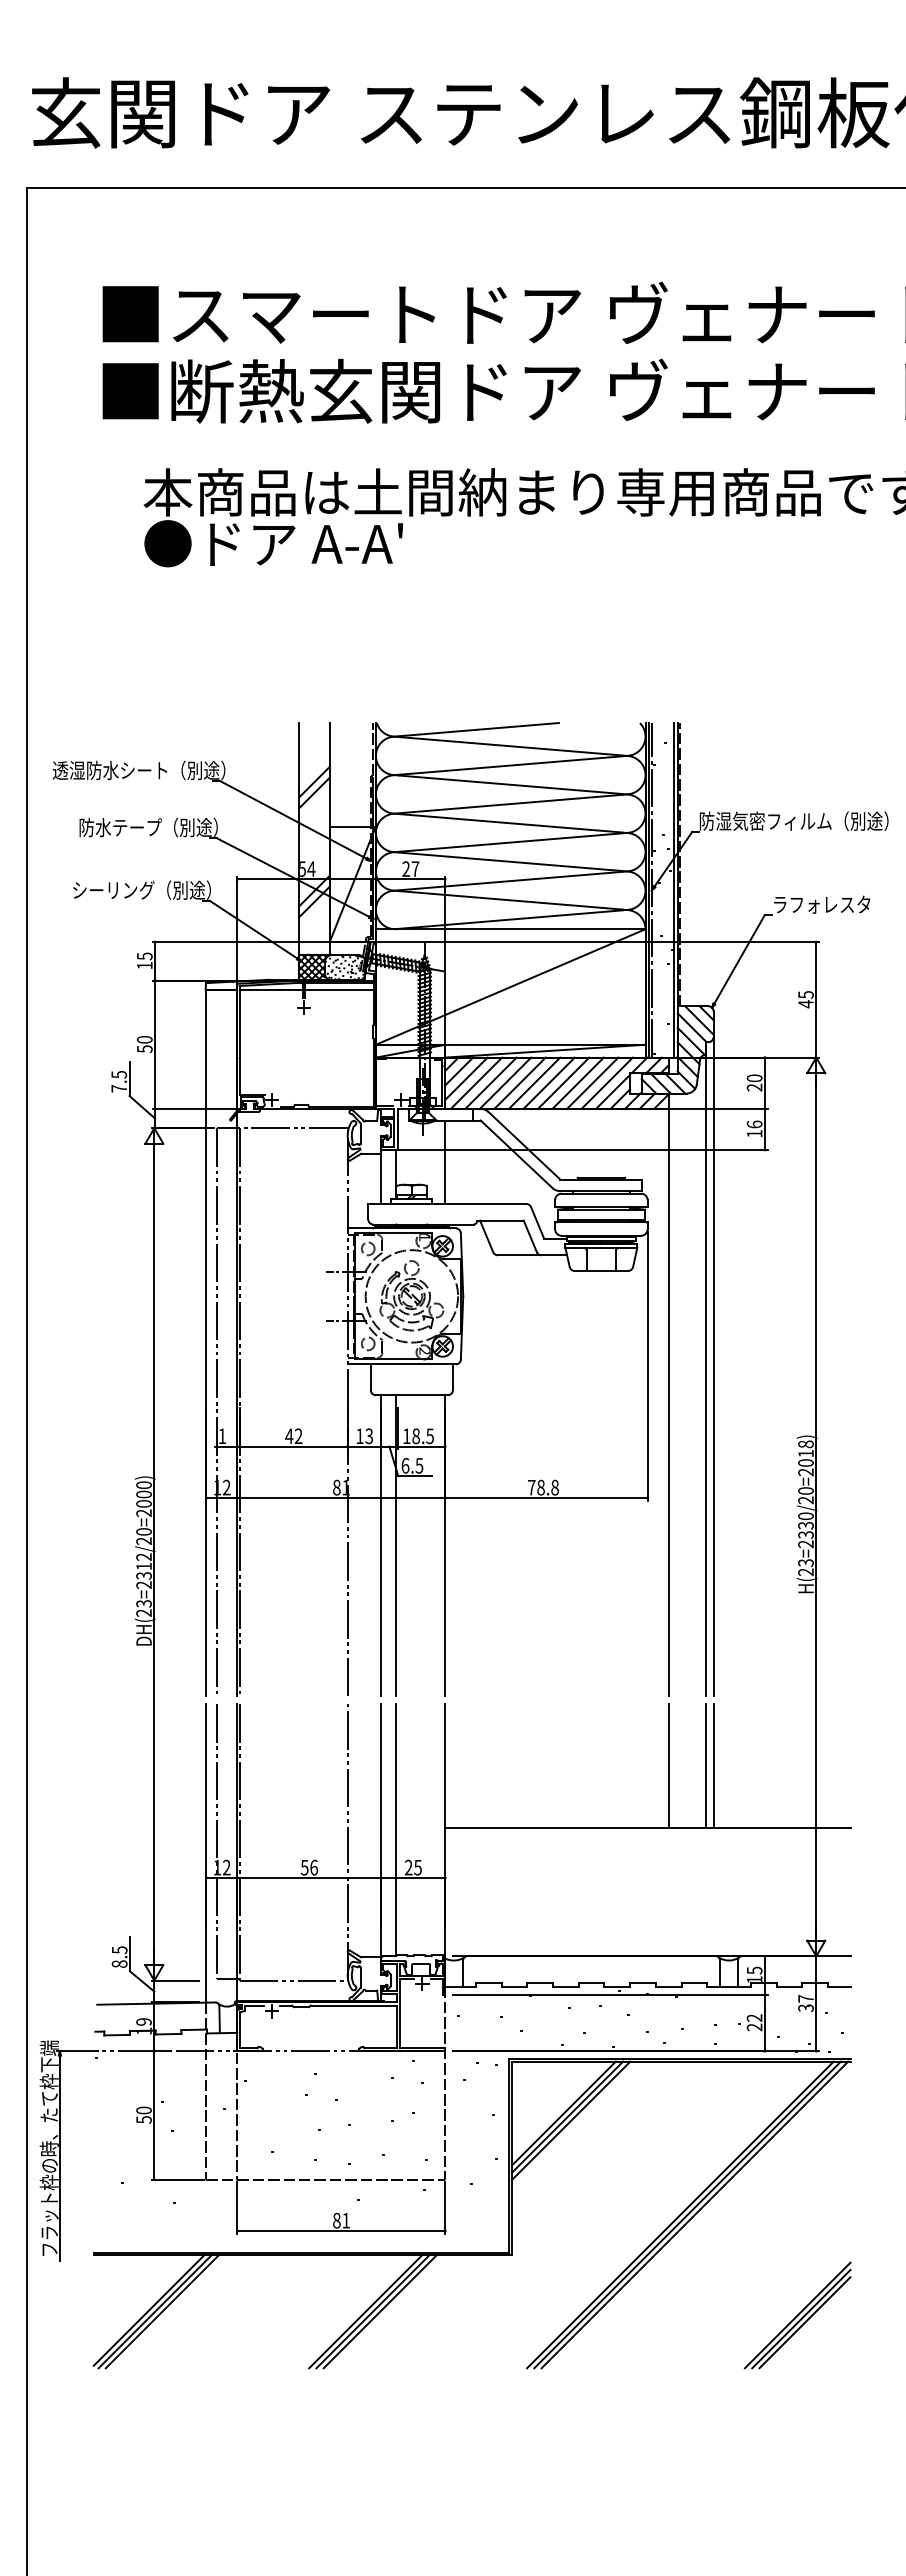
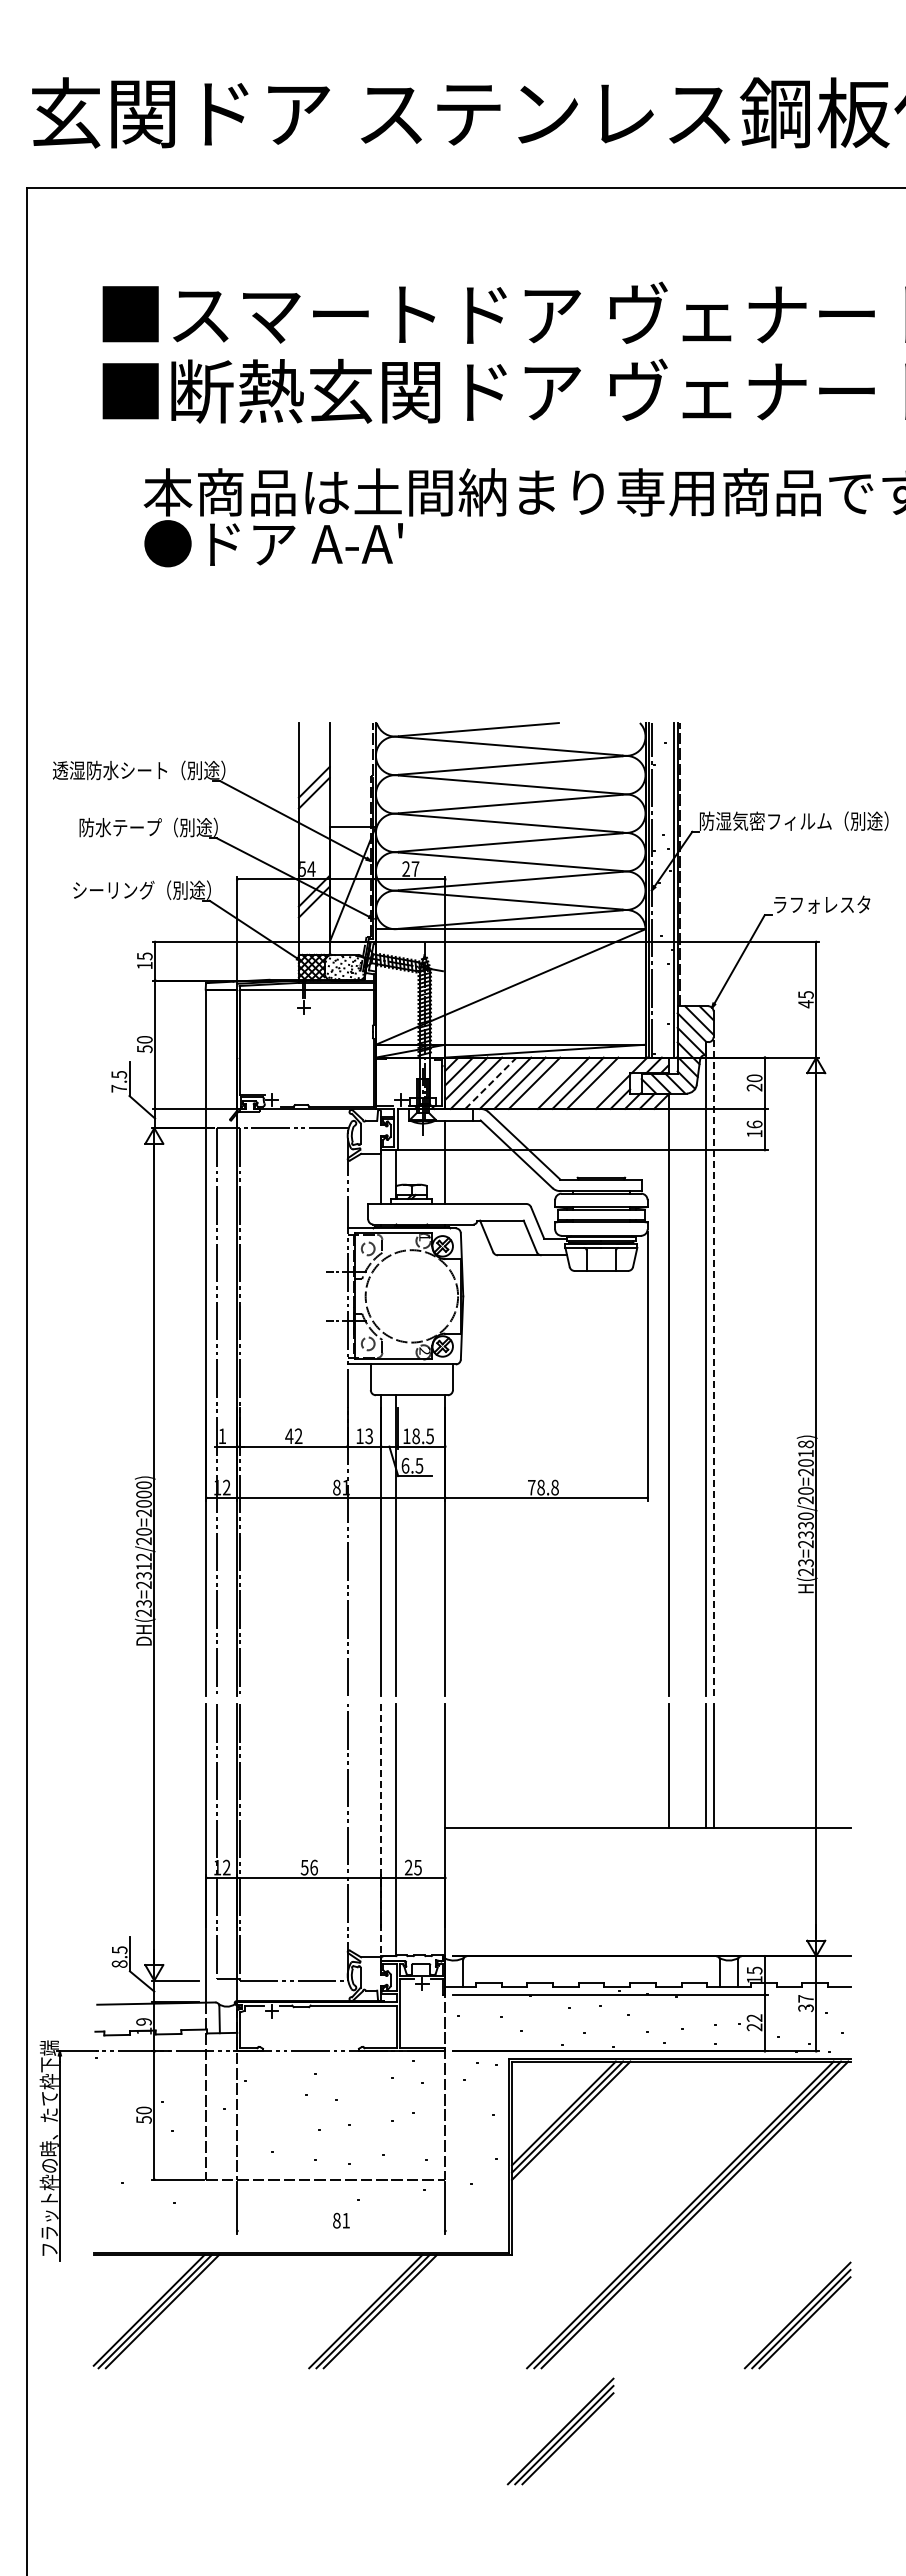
line at (491, 1082): solid -> dashed
line at (548, 1082): present -> none
line at (606, 1082): present -> none
part at (411, 1295): present -> none
line at (713, 1365): solid -> dashed
line at (381, 1830): solid -> dashed
line at (341, 2231): present -> none
part at (560, 2431): none -> present
